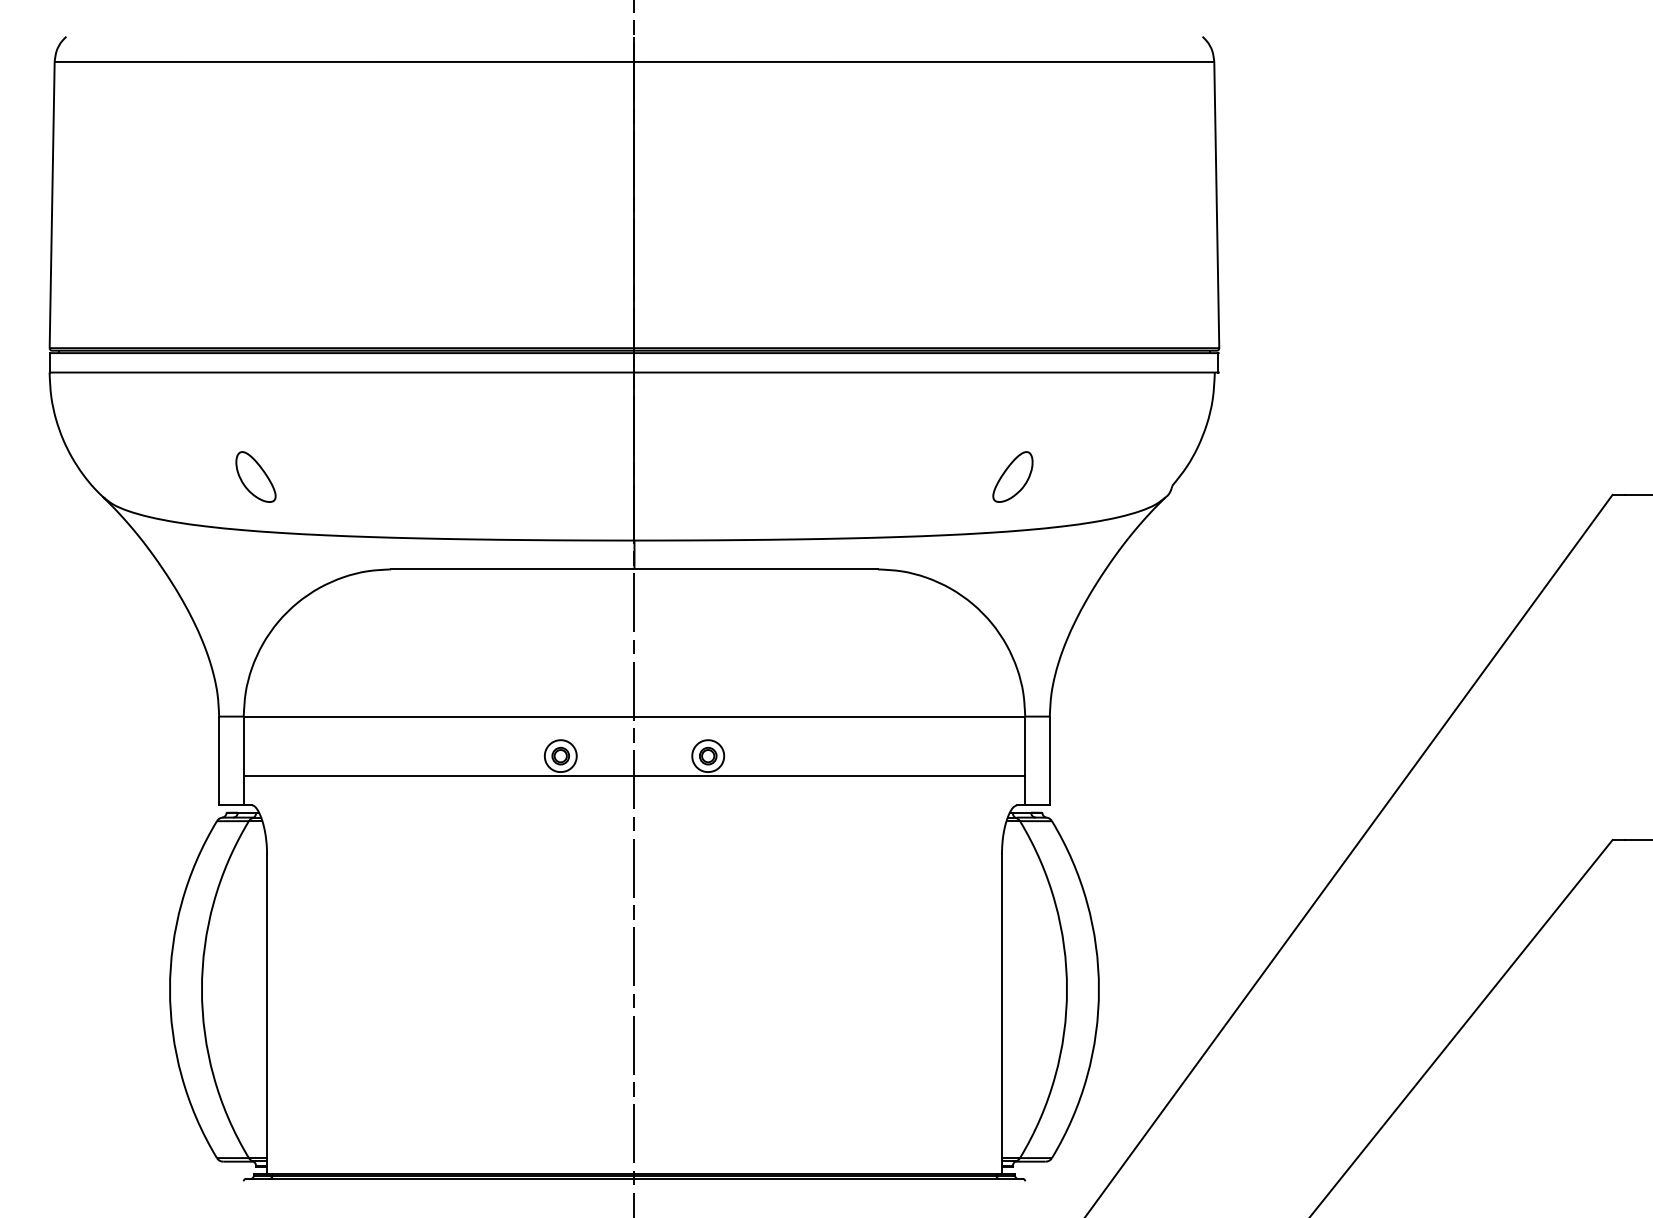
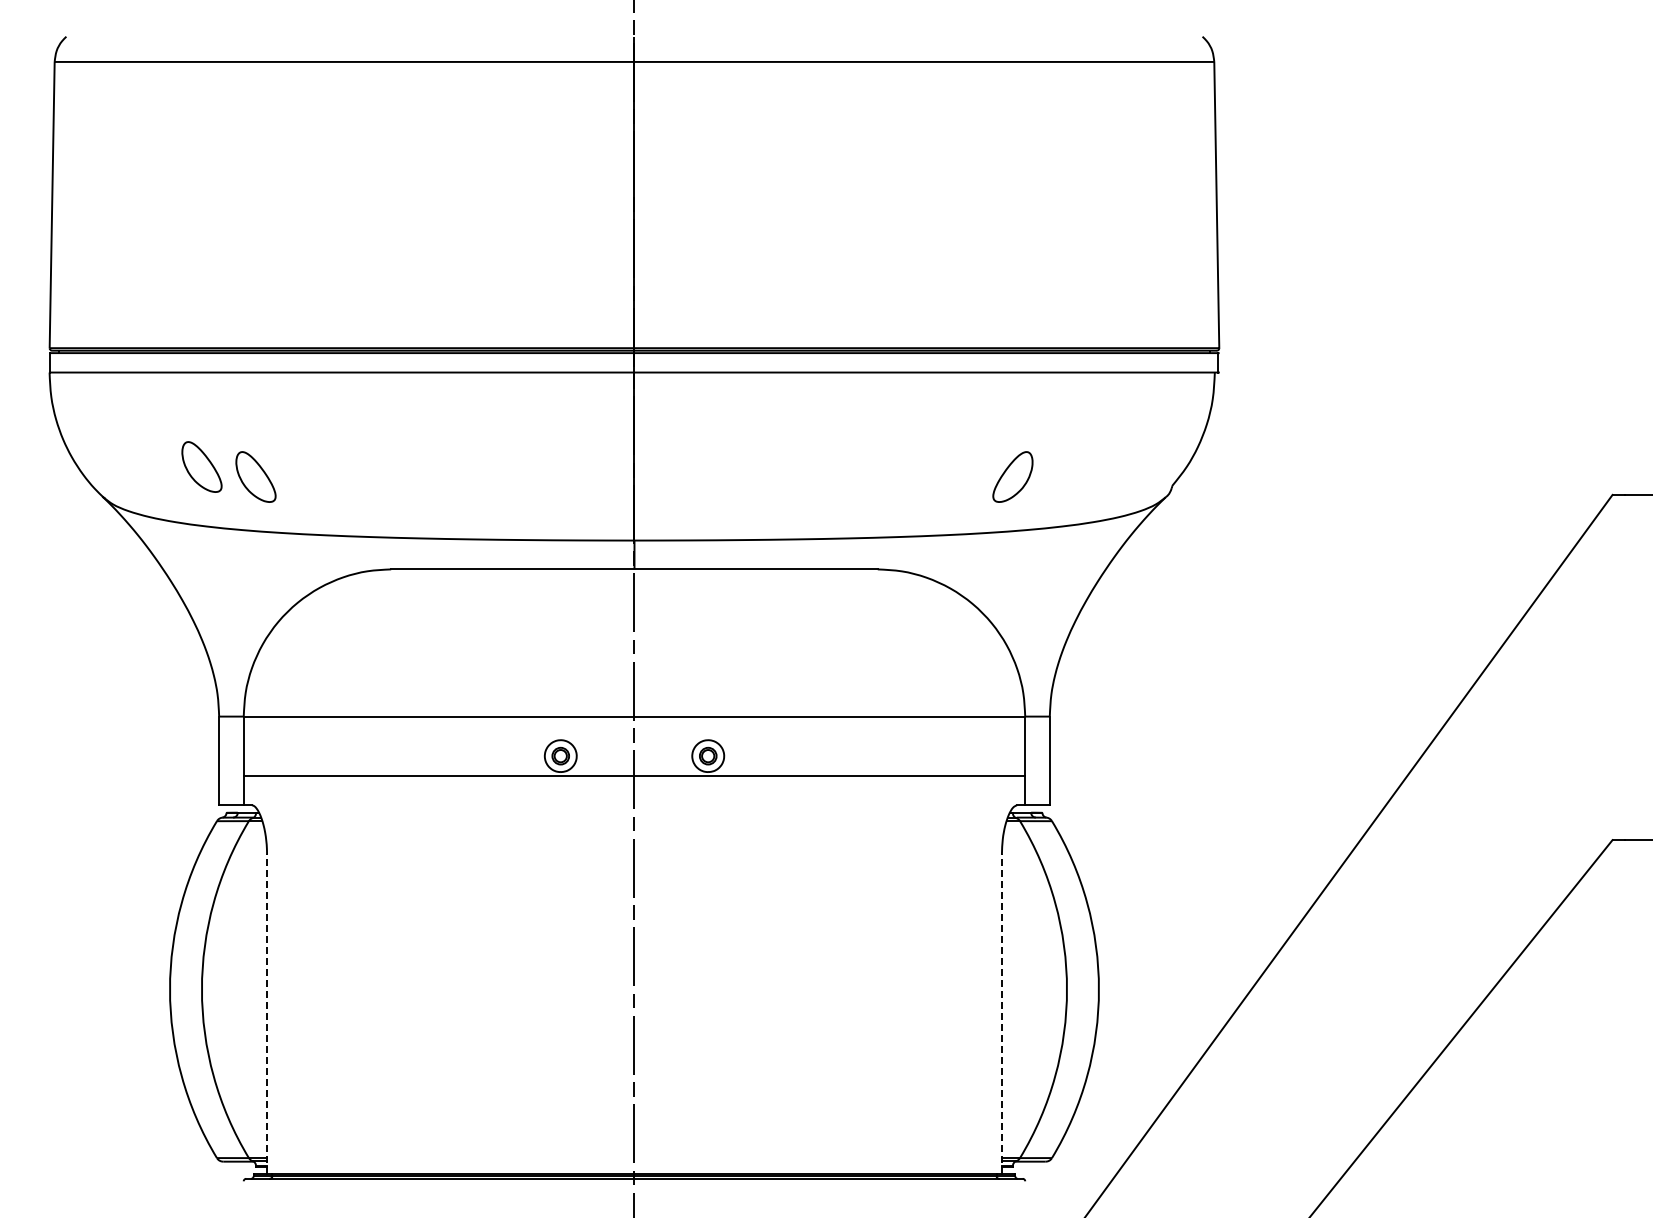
part at (201, 466): none -> present
line at (267, 1014): solid -> dashed
line at (1001, 1014): solid -> dashed
